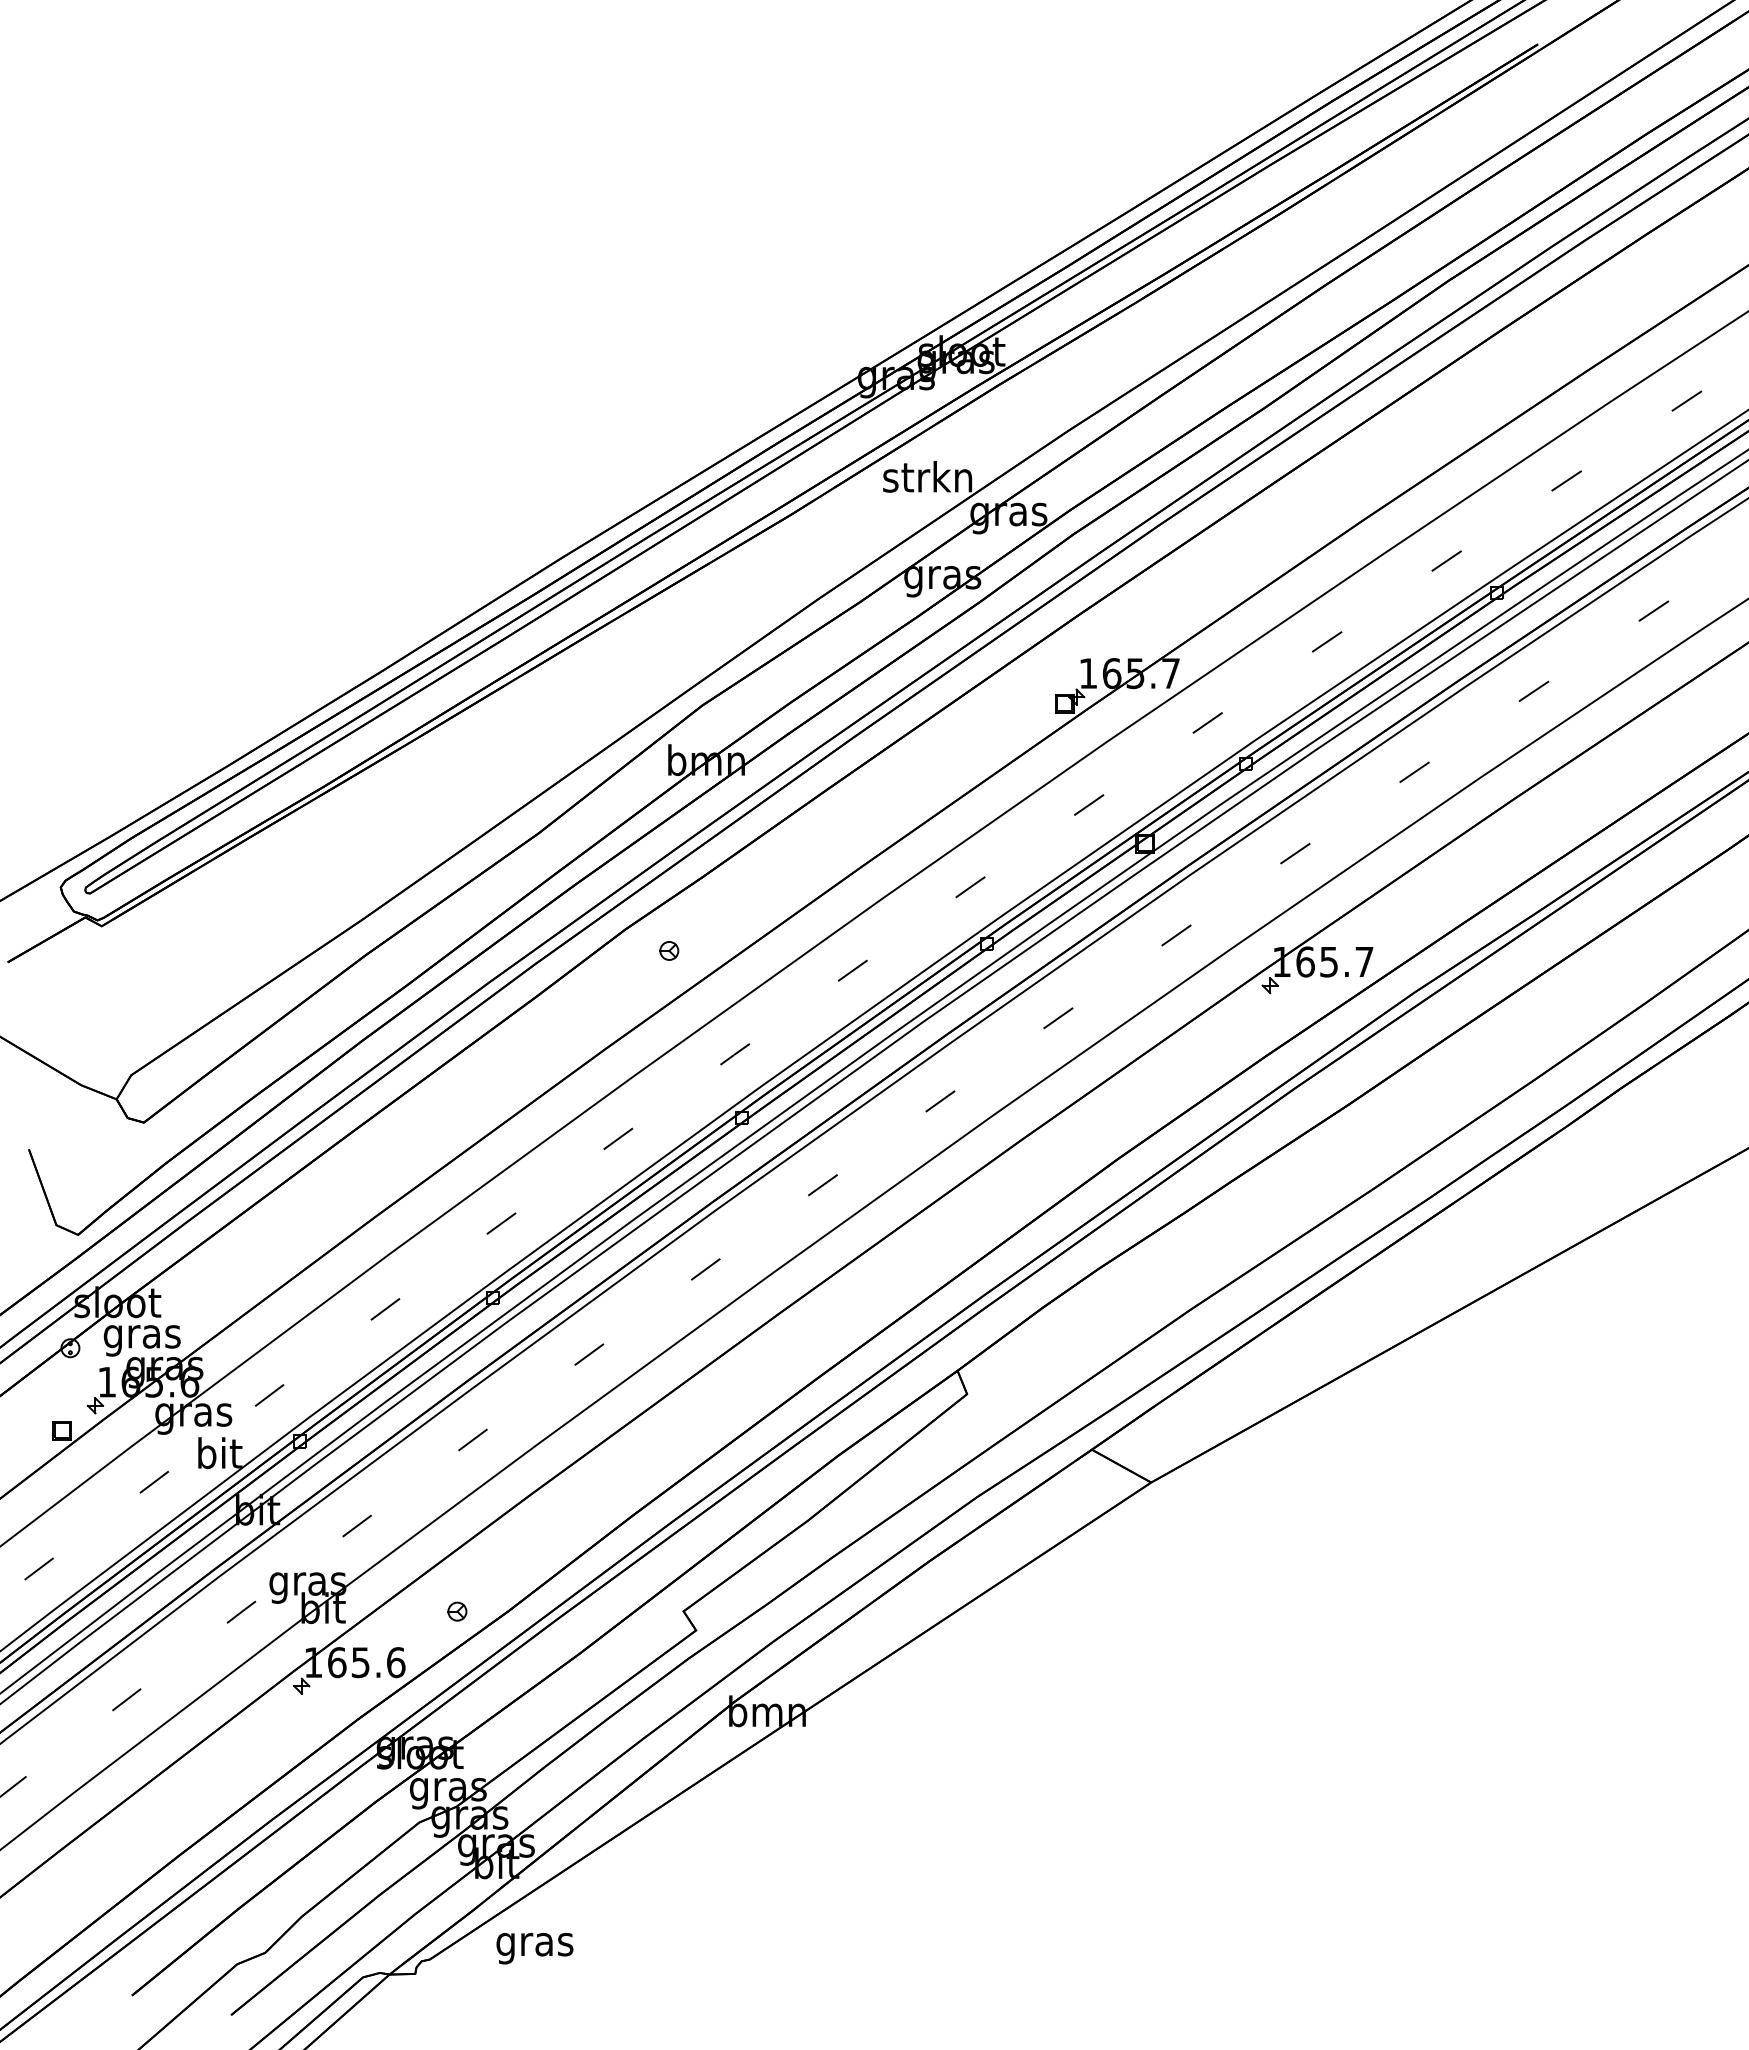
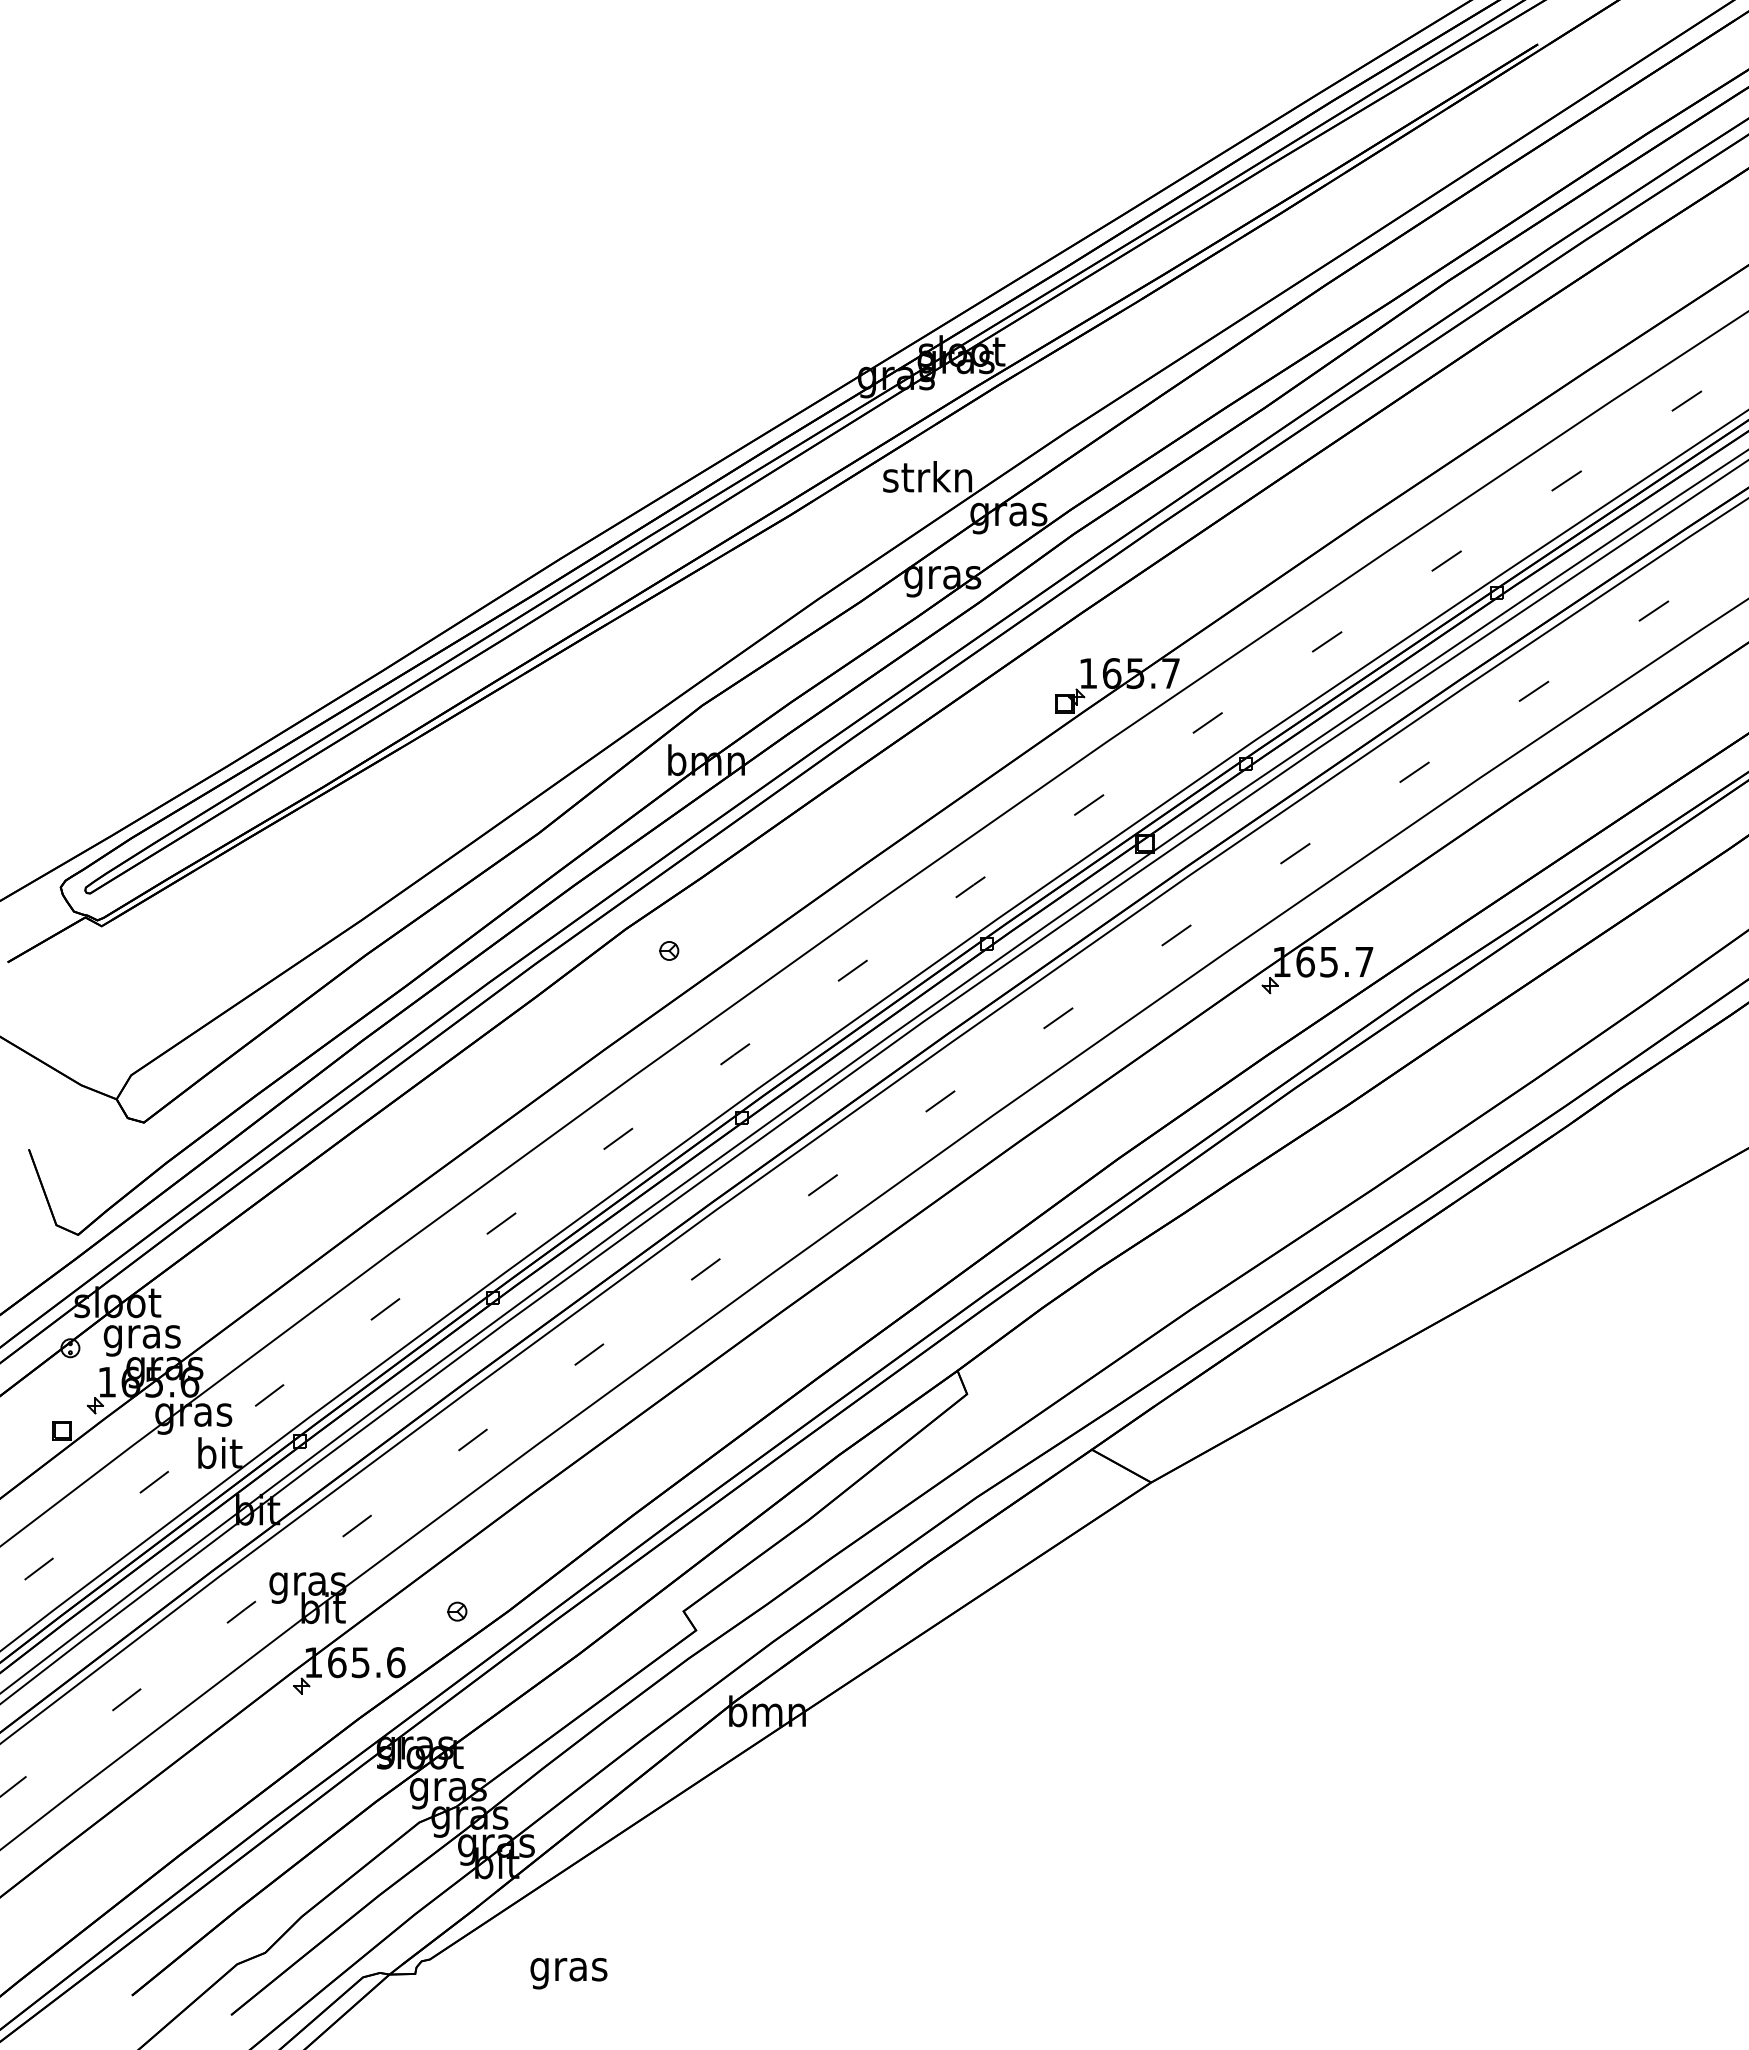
text at (534, 1948) position: (534, 1948) -> (568, 1973)
